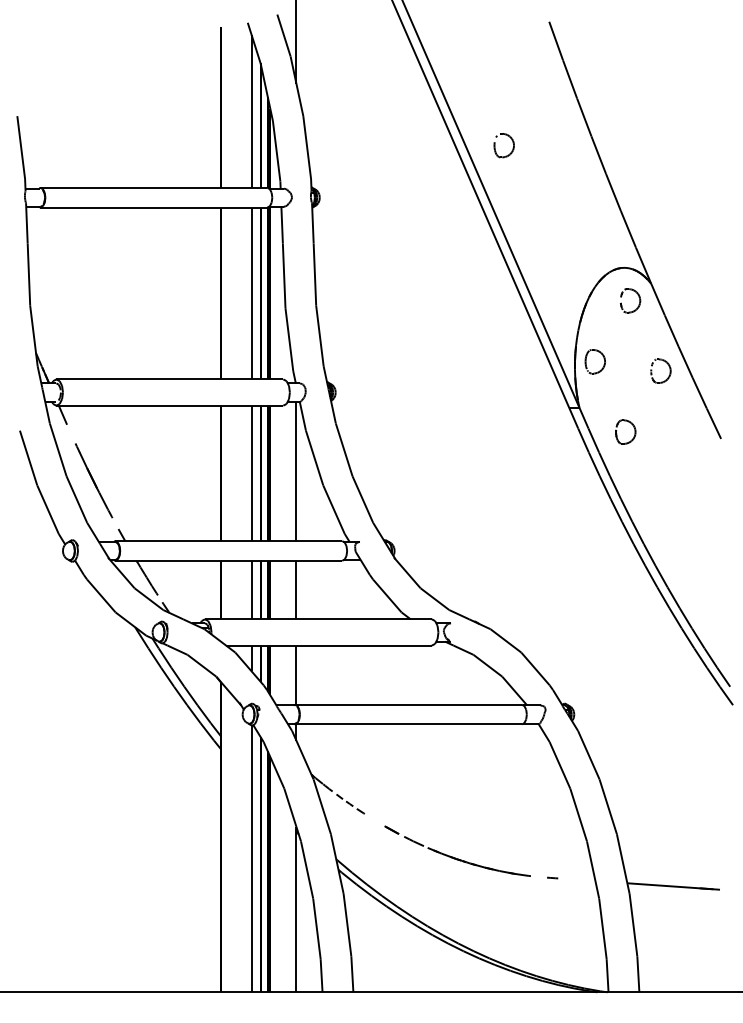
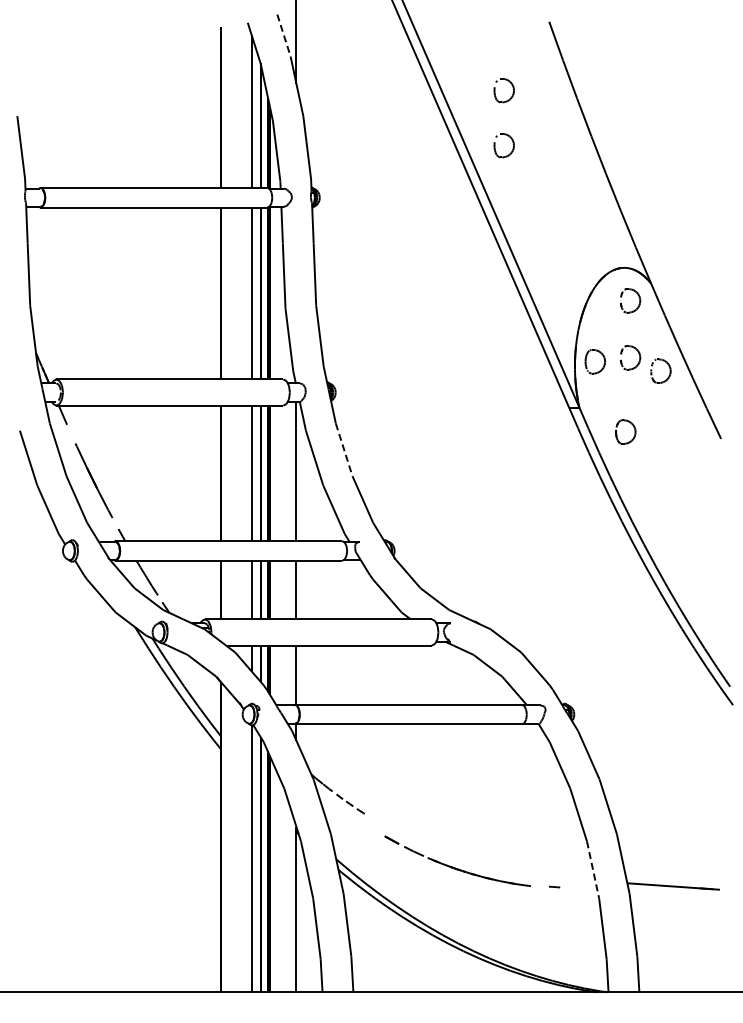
line at (284, 36): solid -> dashed
part at (495, 90): none -> present
part at (638, 354): none -> present
line at (344, 449): solid -> dashed
part at (453, 856) position: (453, 856) -> (453, 866)
line at (593, 870): solid -> dashed
part at (552, 877) position: (552, 877) -> (554, 886)
